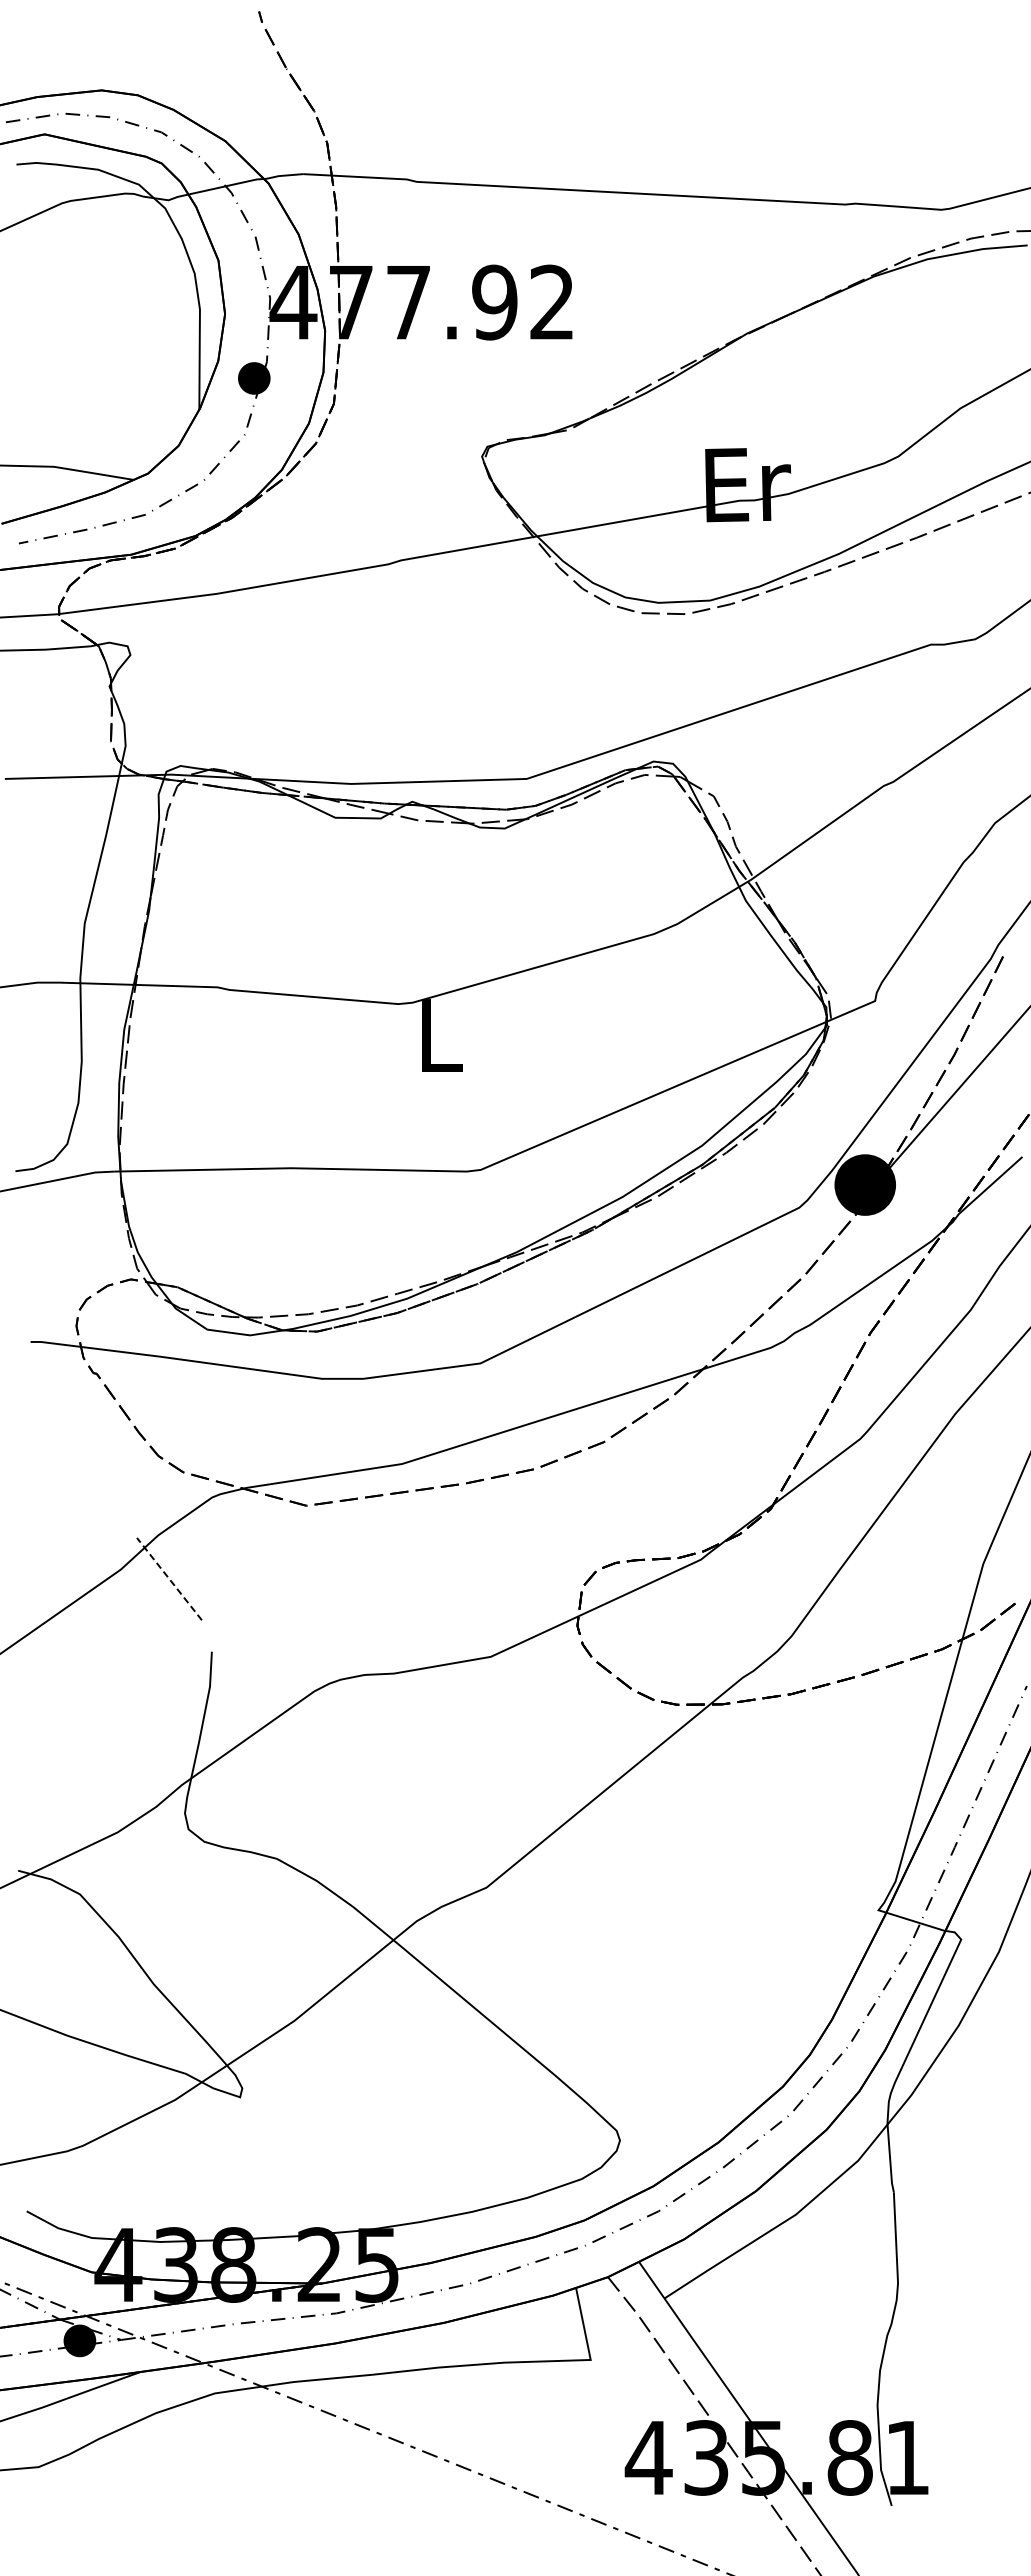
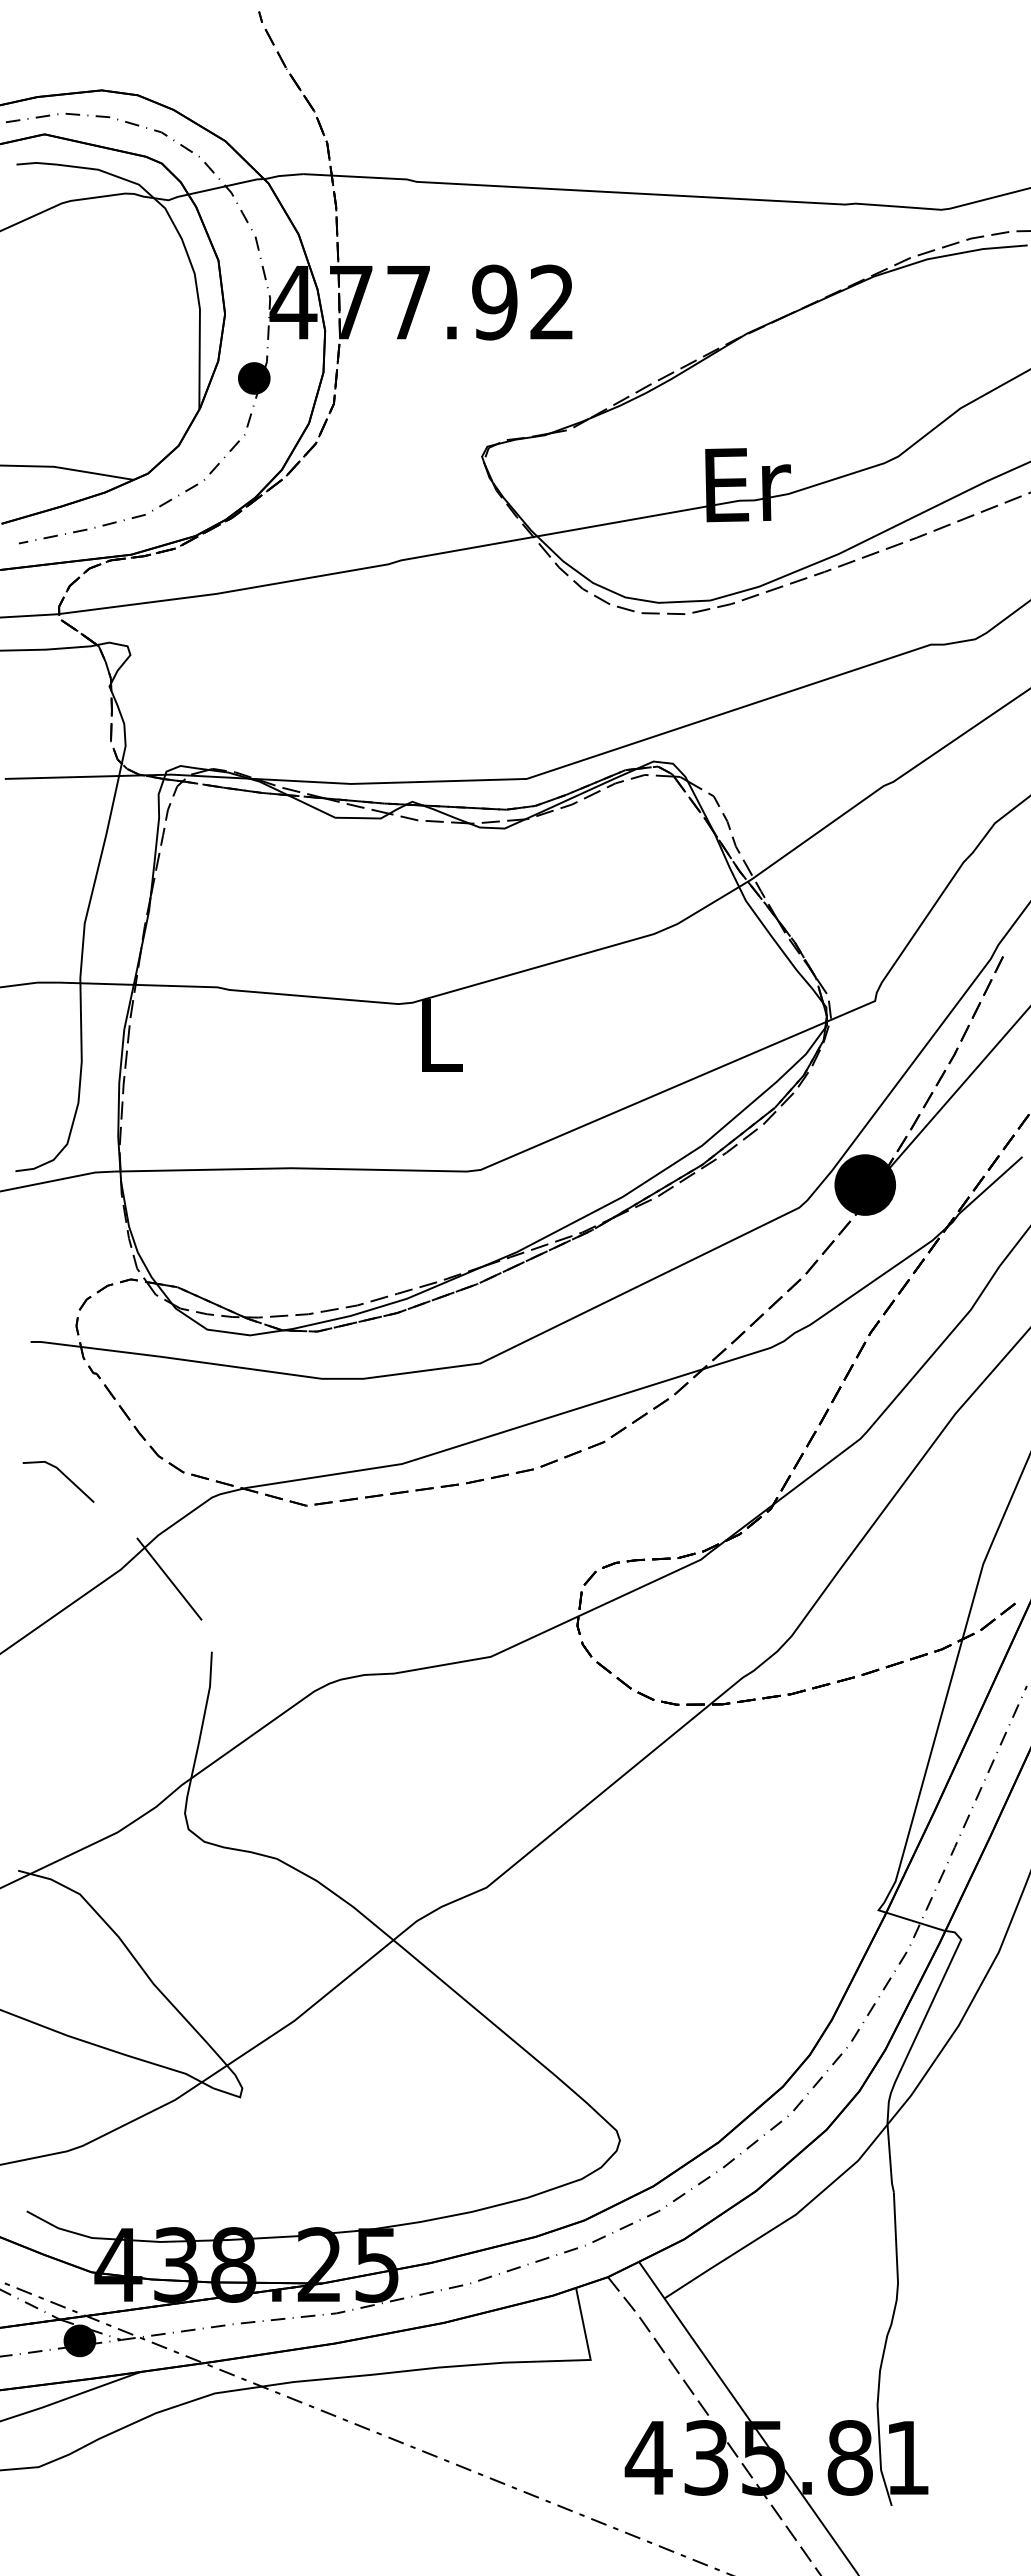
line at (63, 1475): none -> present
line at (169, 1579): dashed -> solid
